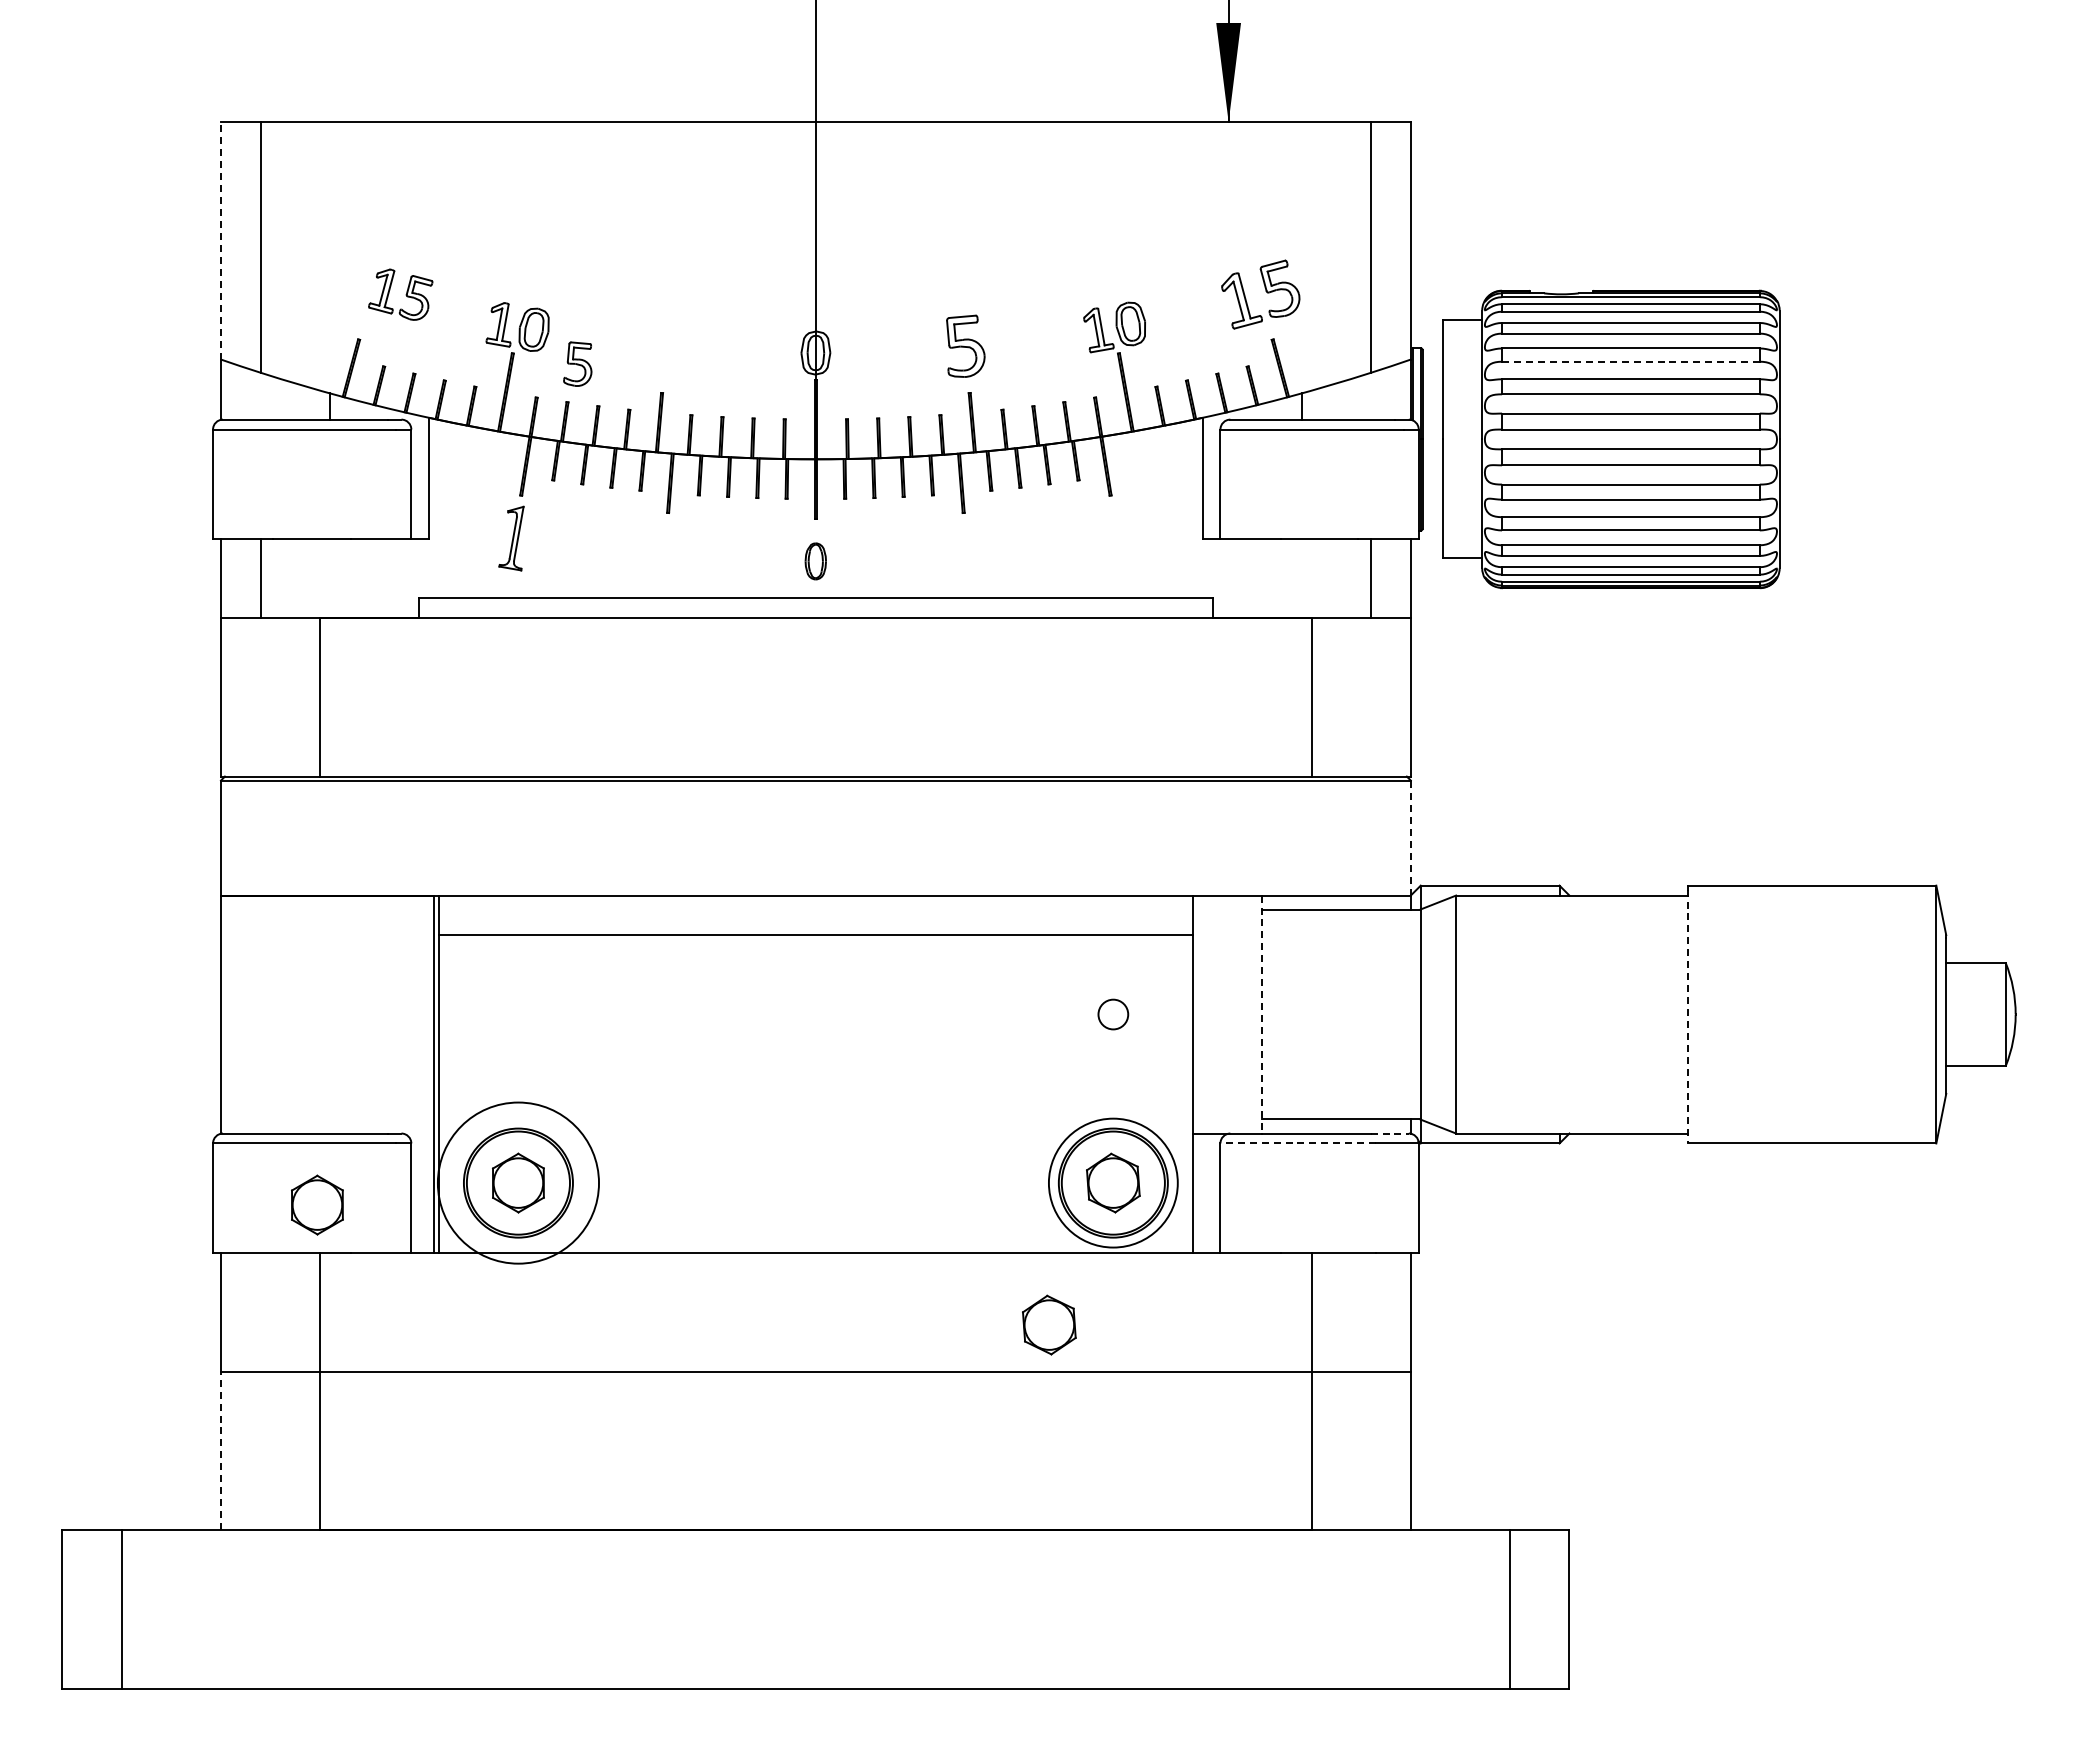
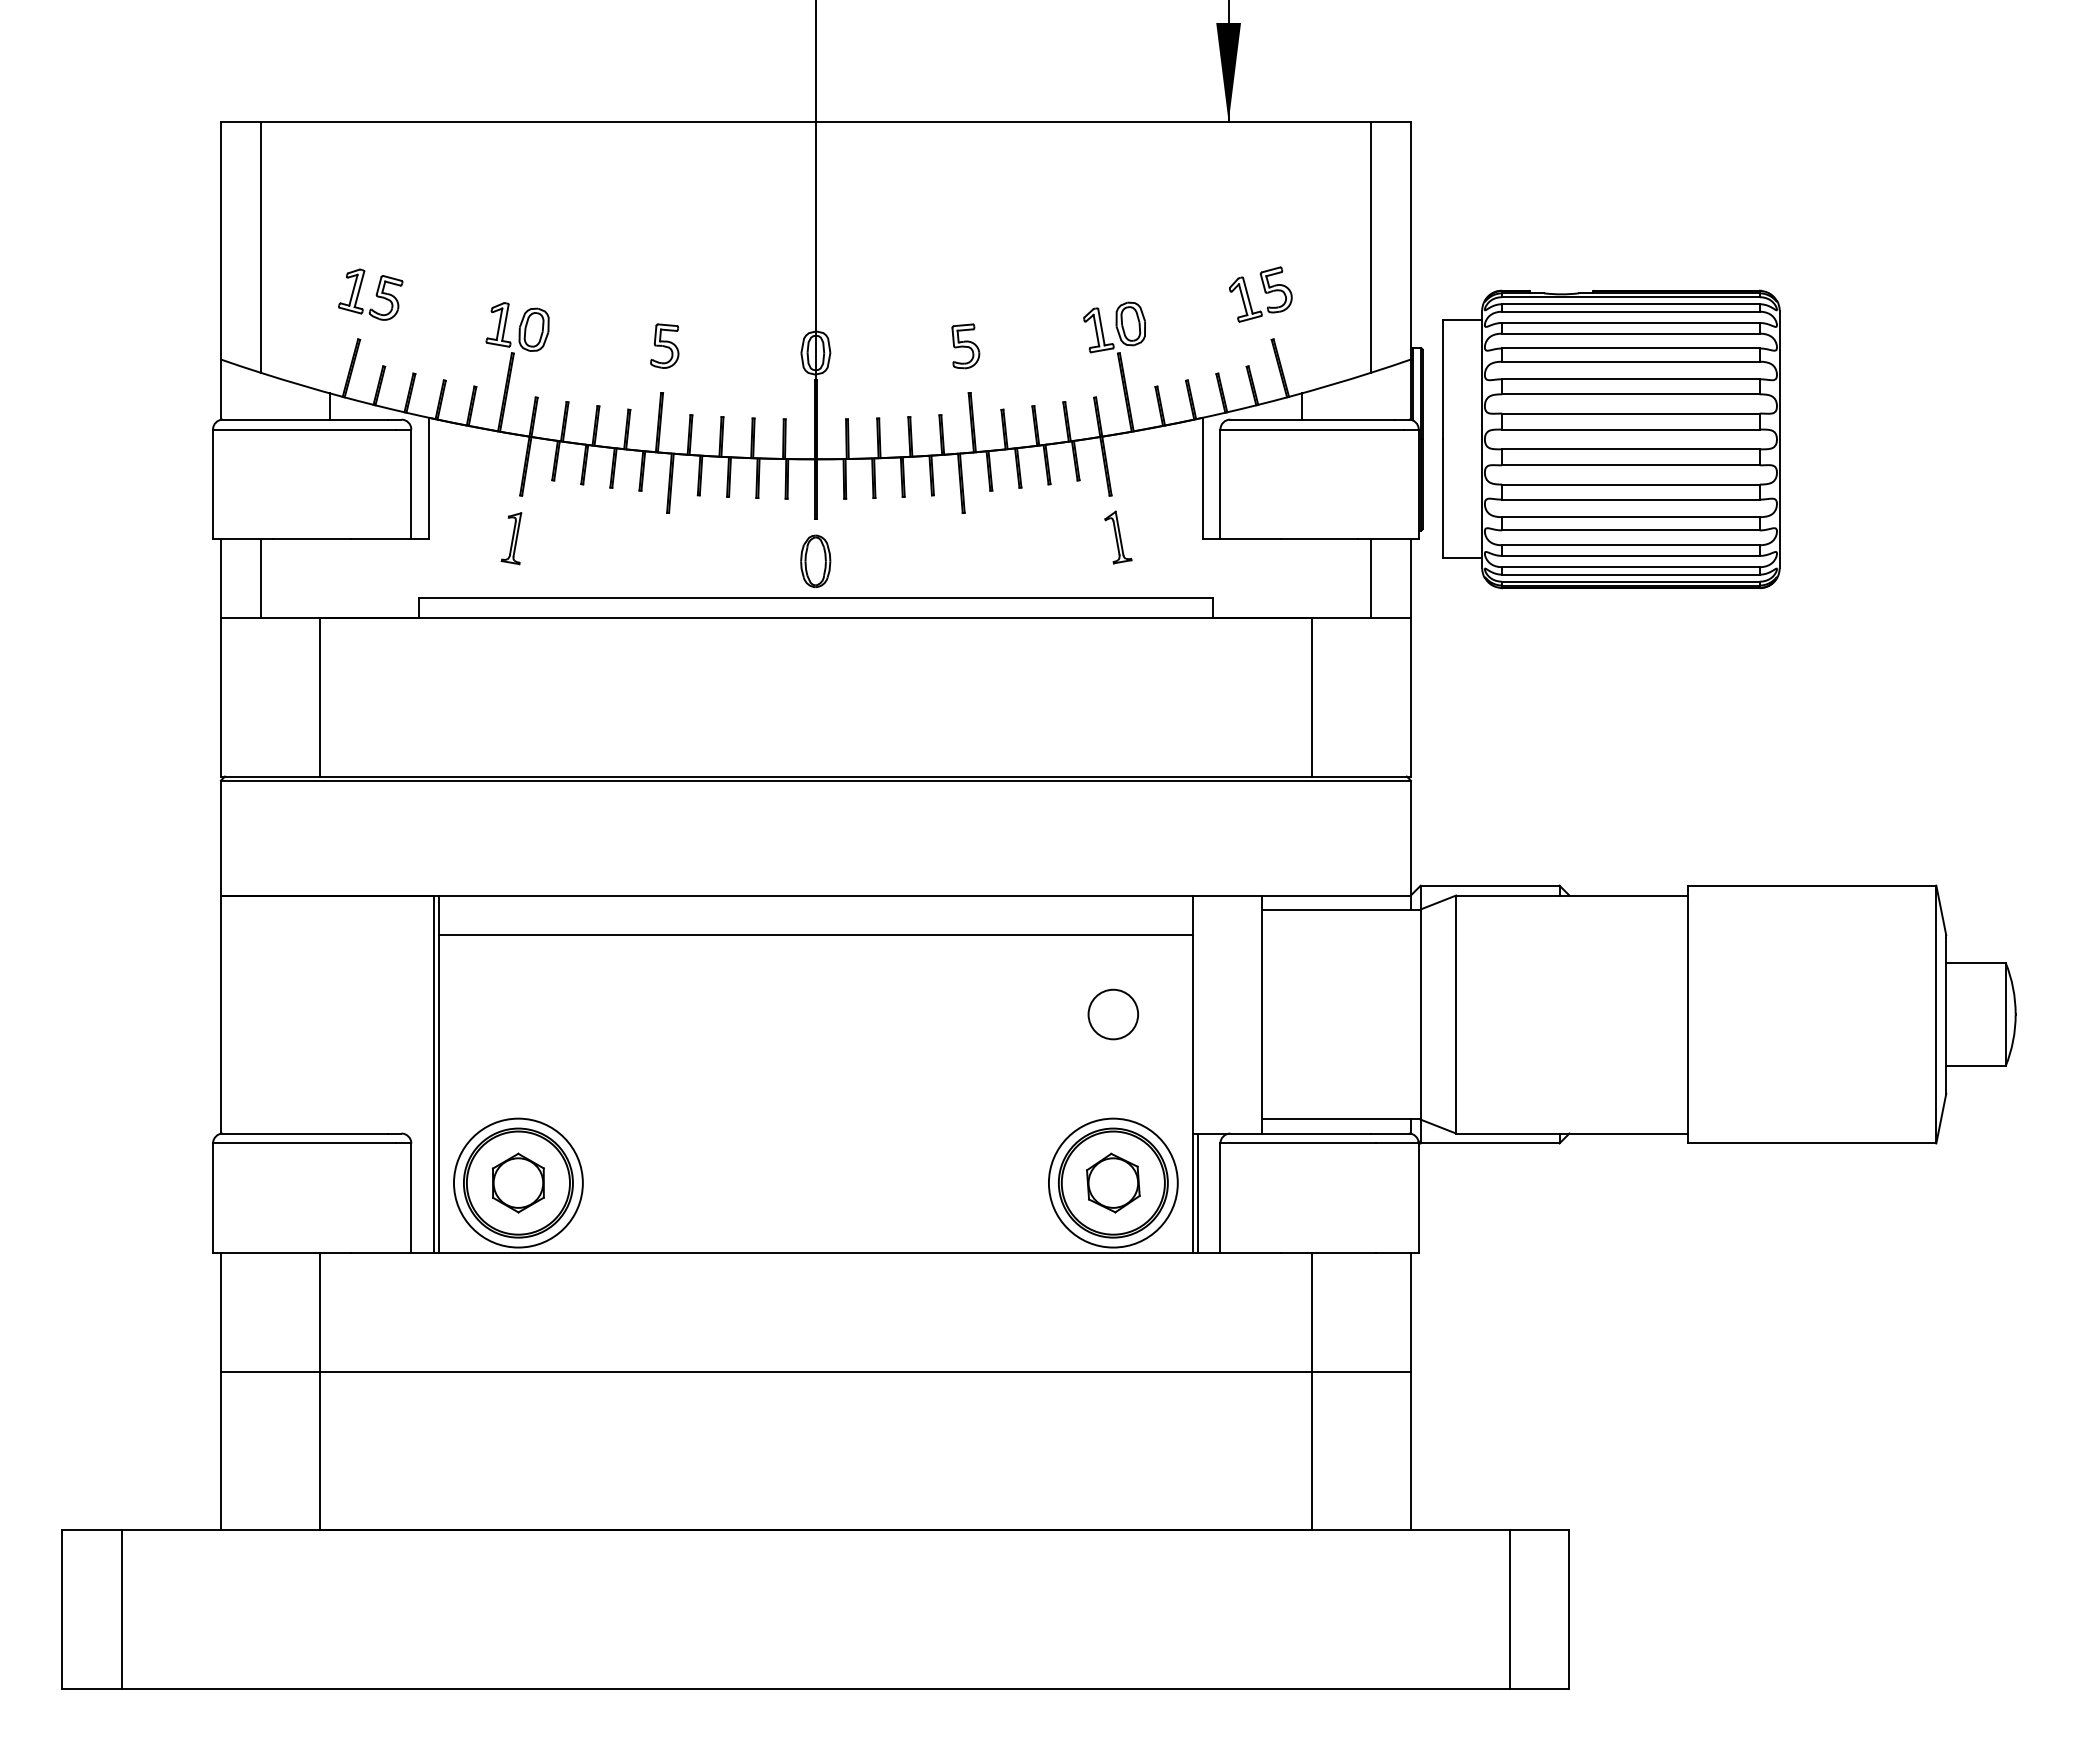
line at (220, 240): dashed -> solid
part at (400, 294) position: (400, 294) -> (370, 294)
part at (1260, 294) size: 80x71 px -> 64x57 px
part at (965, 345) size: 40x64 px -> 30x47 px
line at (1630, 361): dashed -> solid
part at (577, 363) position: (577, 363) -> (664, 345)
part at (1118, 537): none -> present
part at (511, 538) size: 27x67 px -> 23x54 px
part at (815, 561) size: 23x39 px -> 32x55 px
line at (1410, 838): dashed -> solid
circle at (1113, 1014) diameter: 30 px -> 50 px
line at (1262, 1014): dashed -> solid
line at (1688, 1016): dashed -> solid
line at (1390, 1133): dashed -> solid
line at (1298, 1143): dashed -> solid
circle at (518, 1182) diameter: 161 px -> 129 px
line at (1197, 1192): none -> present
part at (317, 1204): present -> none
part at (1049, 1324): present -> none
line at (220, 1450): dashed -> solid
